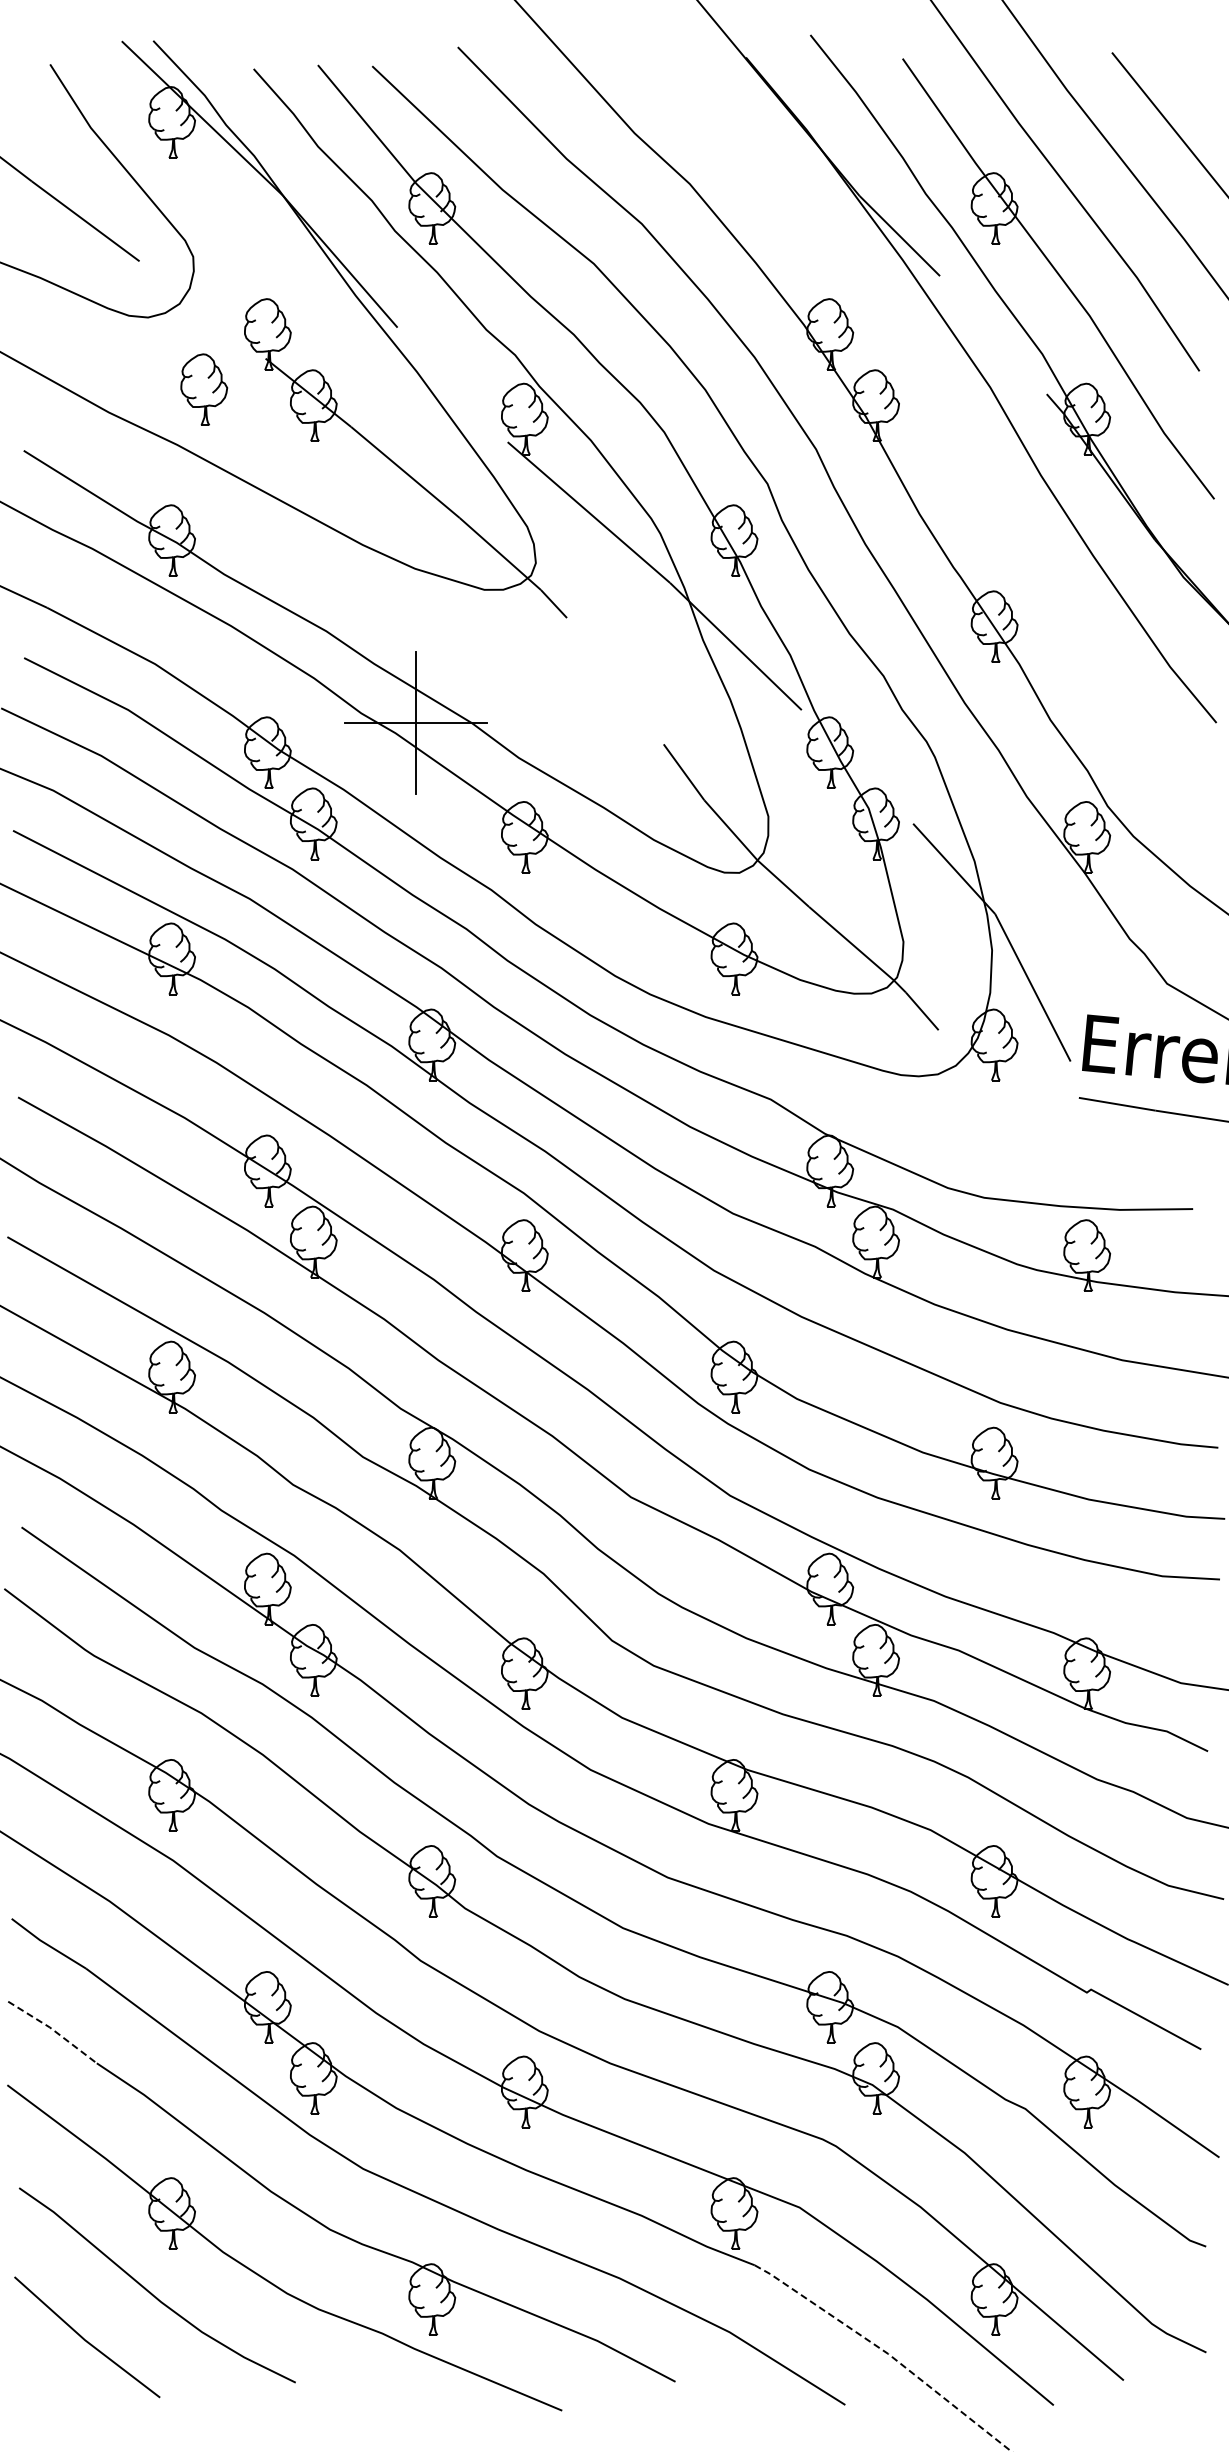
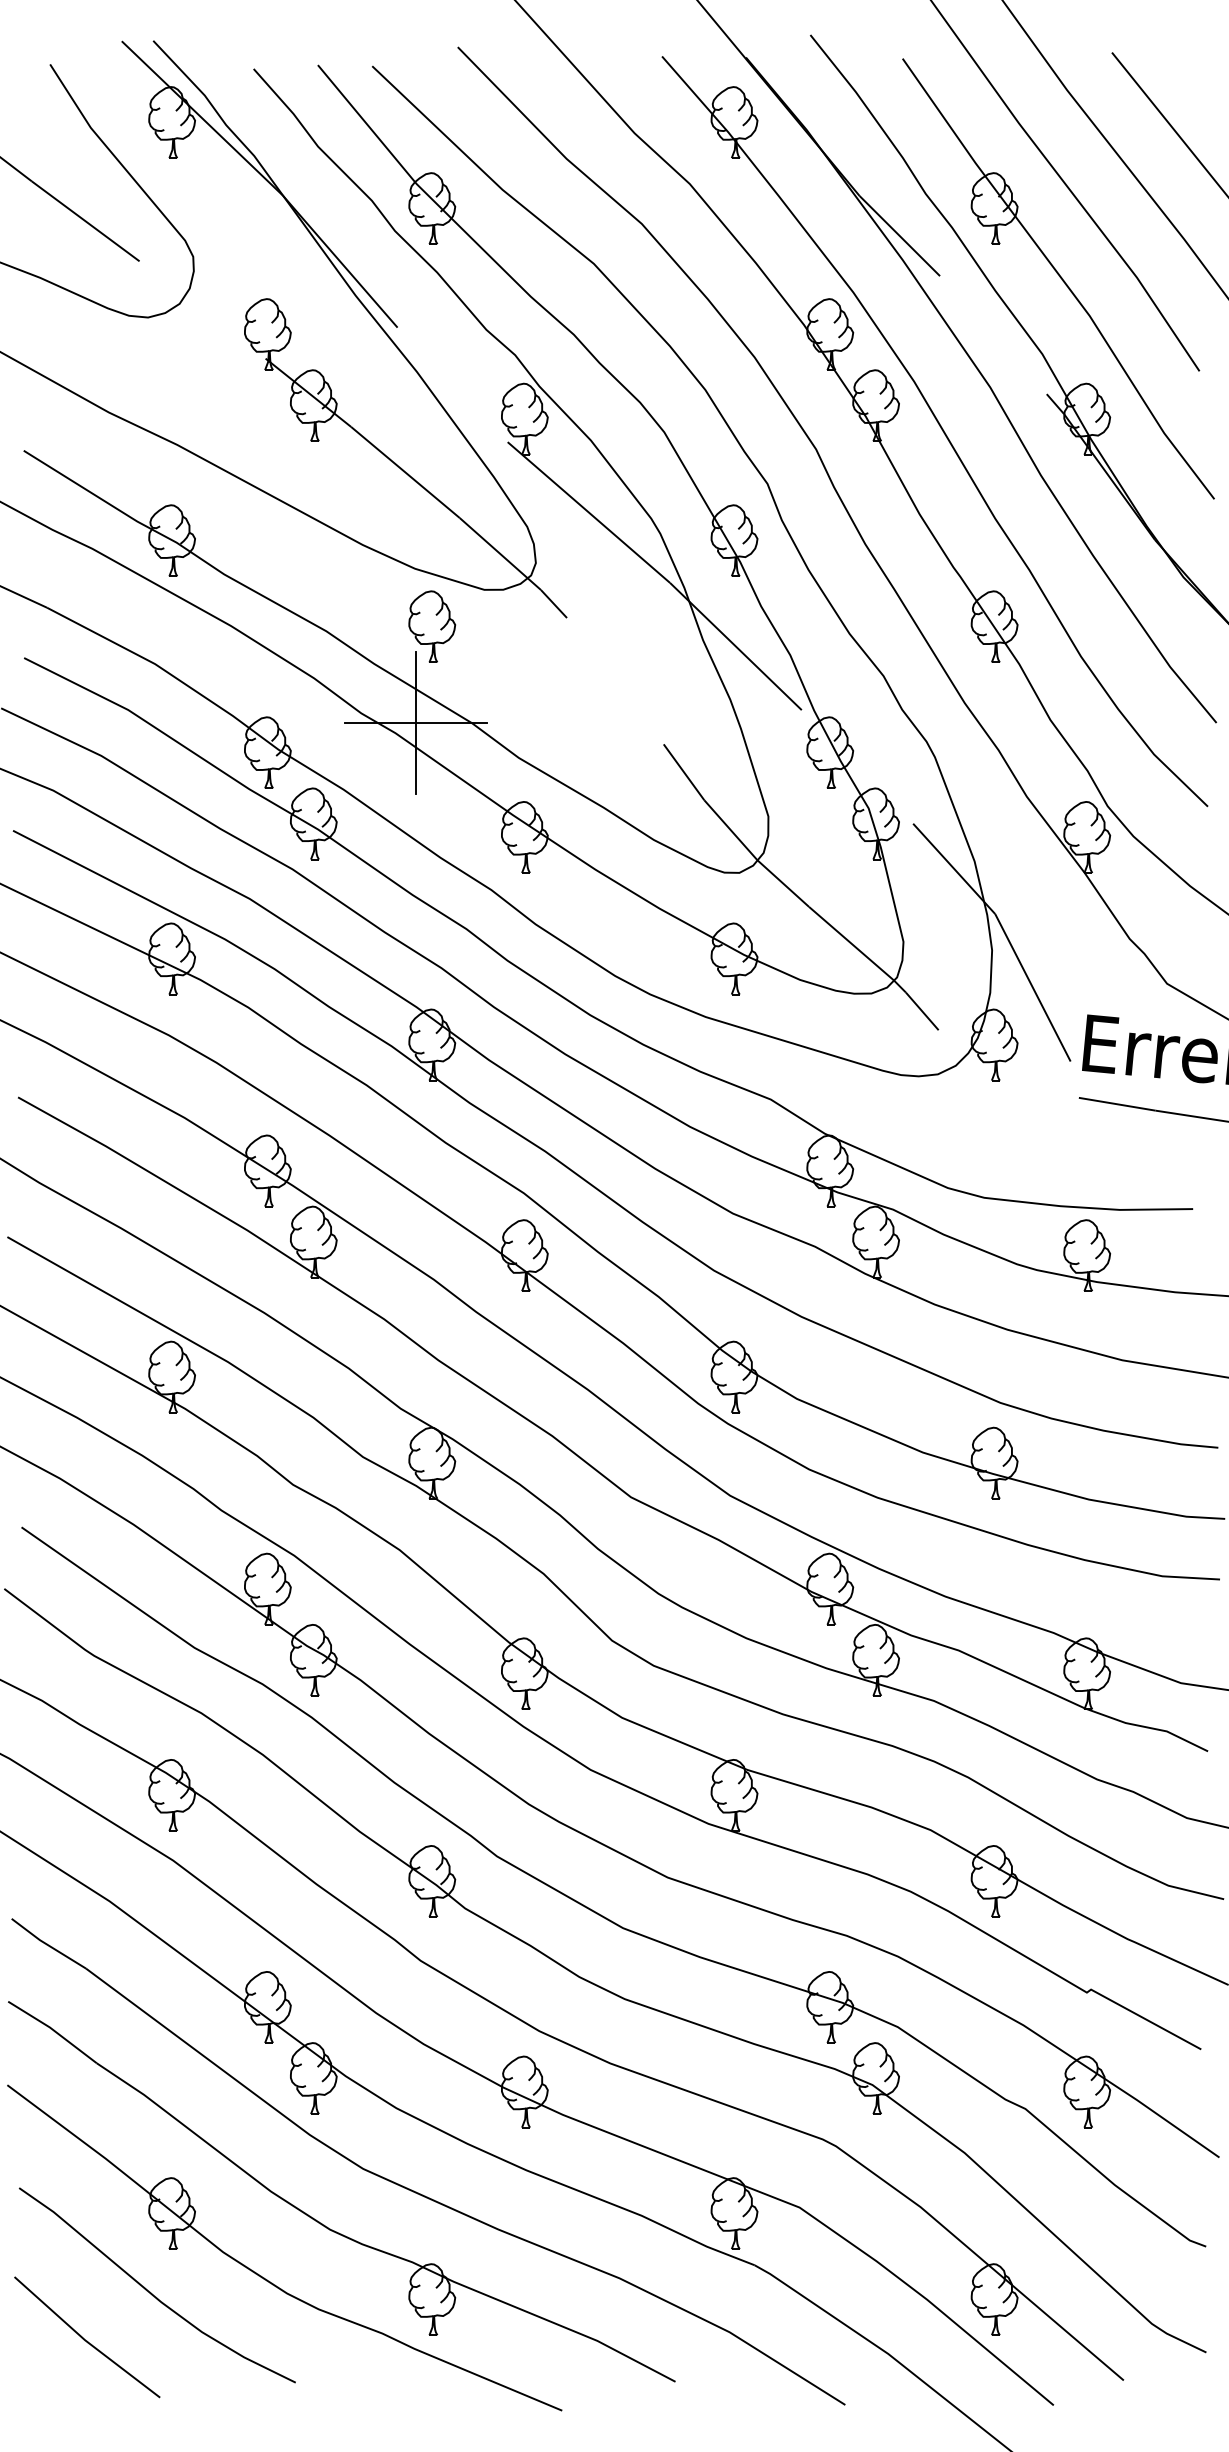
part at (204, 389) position: (204, 389) -> (432, 626)
part at (940, 428): none -> present
line at (53, 2030): dashed -> solid
line at (887, 2353): dashed -> solid
